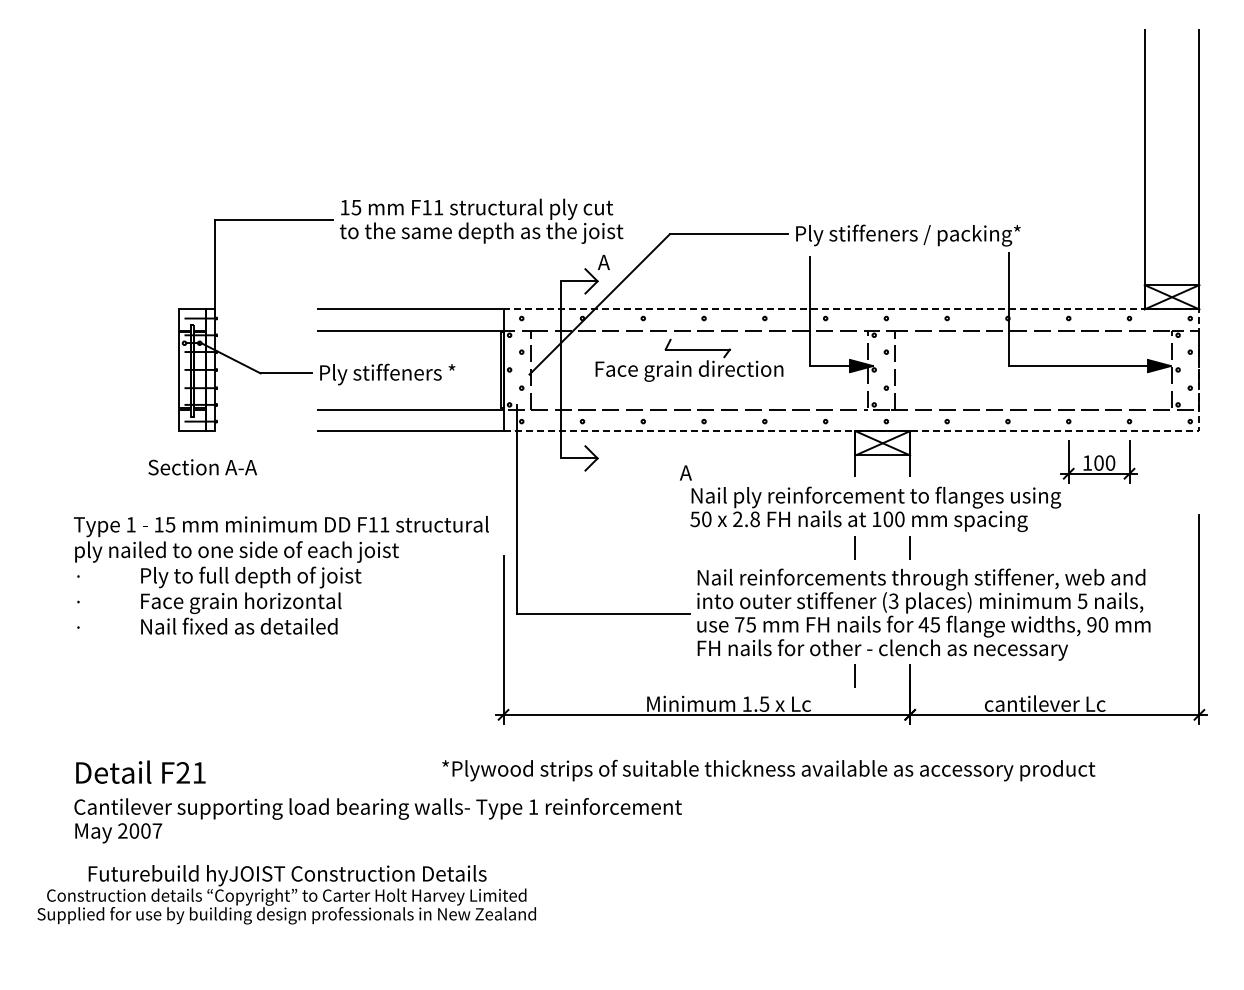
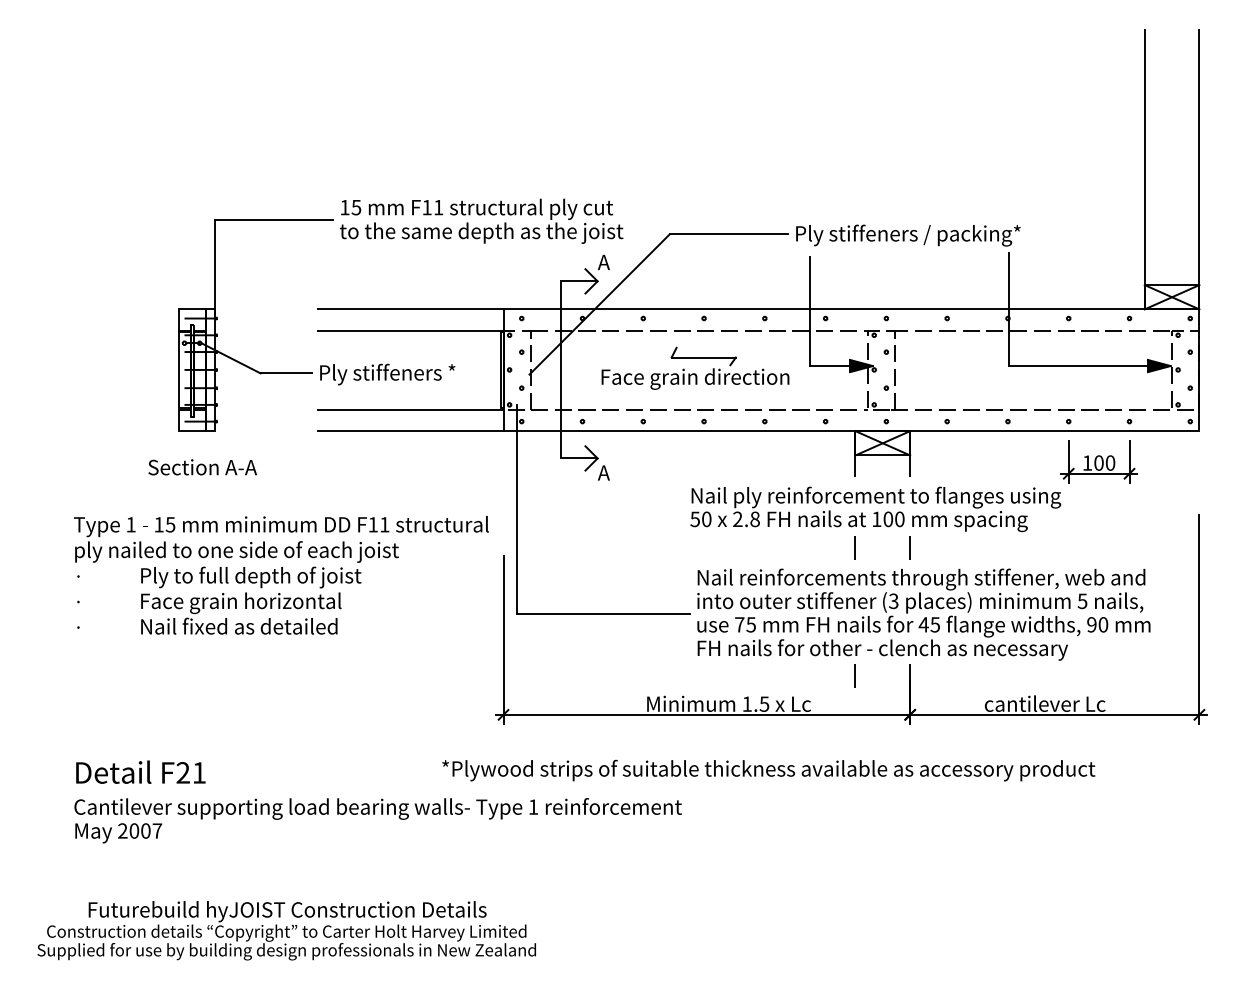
part at (689, 359) position: (689, 359) -> (695, 367)
line at (1199, 370): dashed -> solid
text at (685, 472) position: (685, 472) -> (603, 472)
text at (286, 894) position: (286, 894) -> (286, 930)
